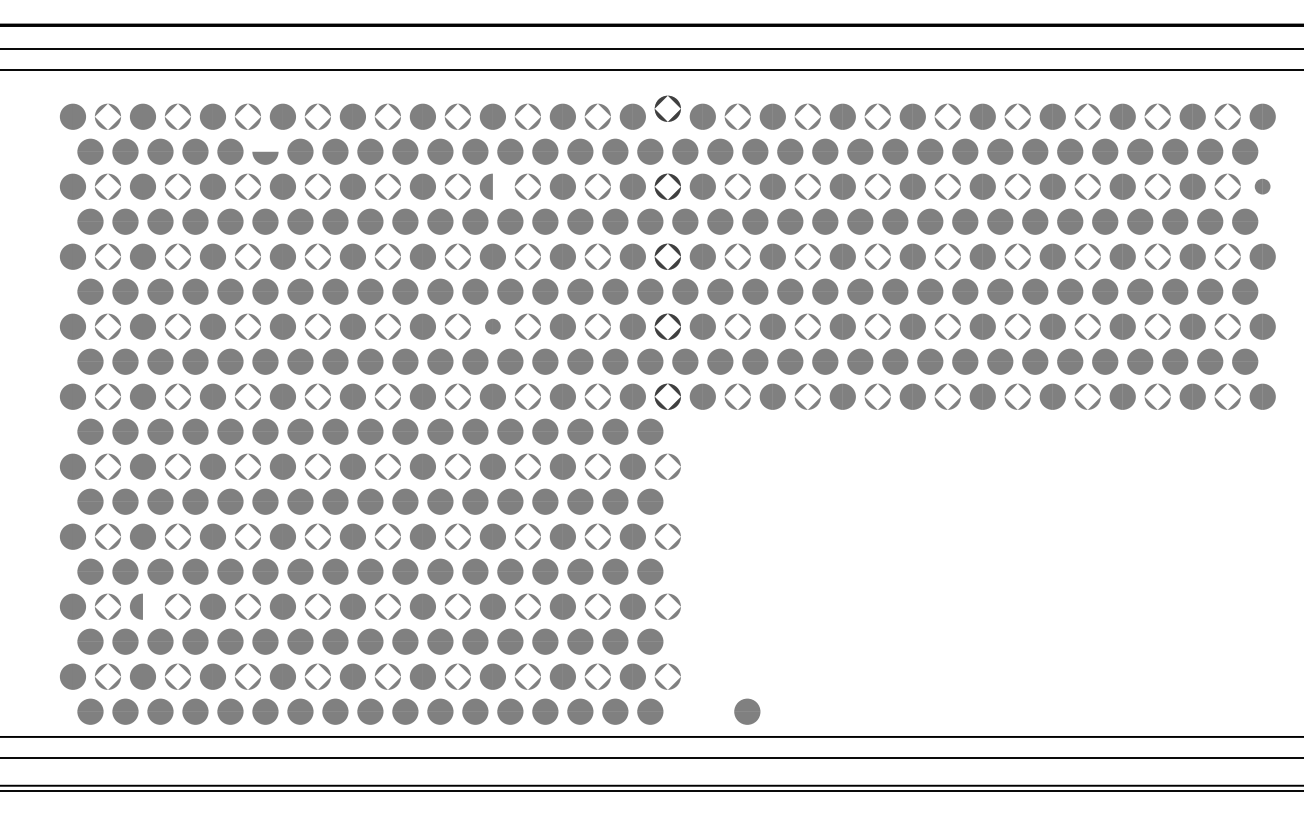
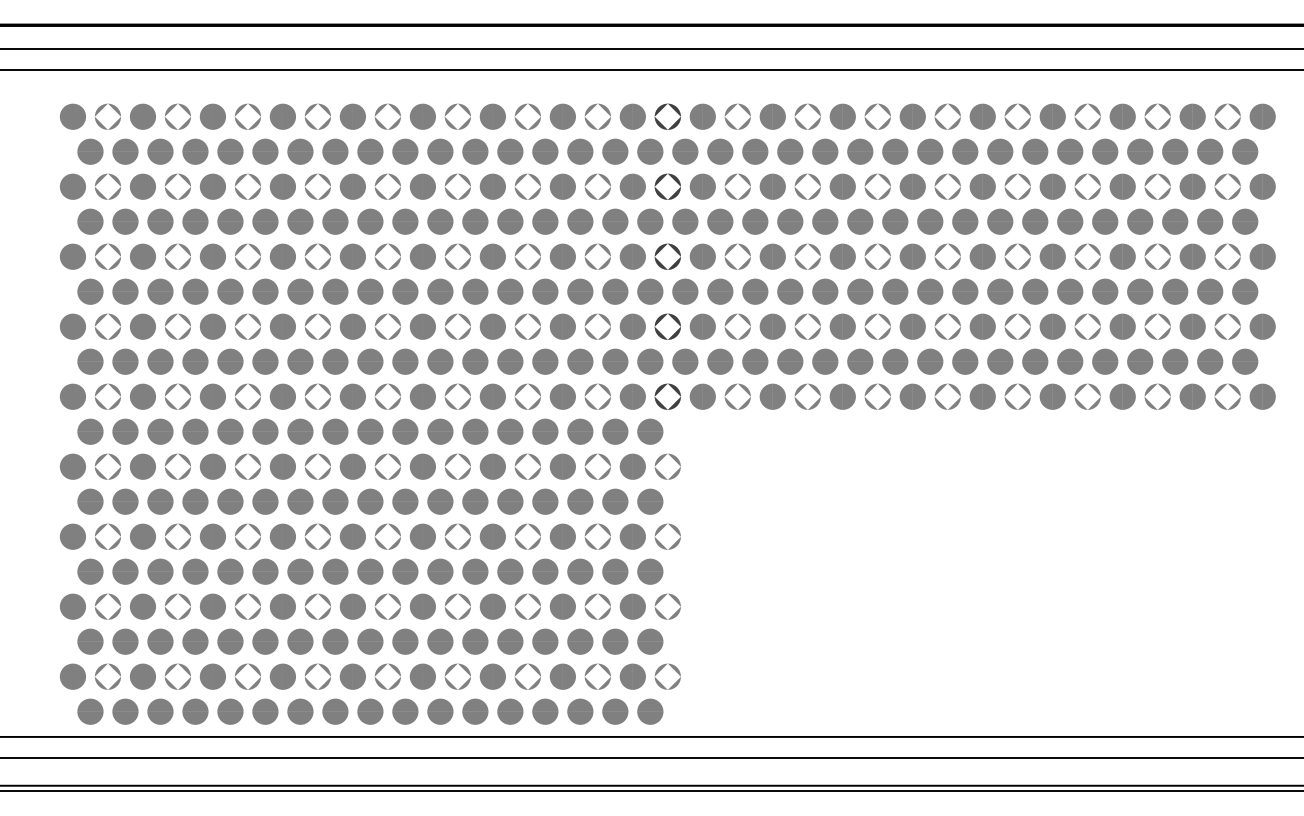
part at (667, 108) position: (667, 108) -> (667, 116)
fill at (265, 144): none -> present
fill at (499, 186): none -> present
part at (1262, 186) size: 16x16 px -> 27x27 px
part at (492, 326) size: 16x16 px -> 26x27 px
fill at (149, 606): none -> present
part at (747, 711): present -> none
